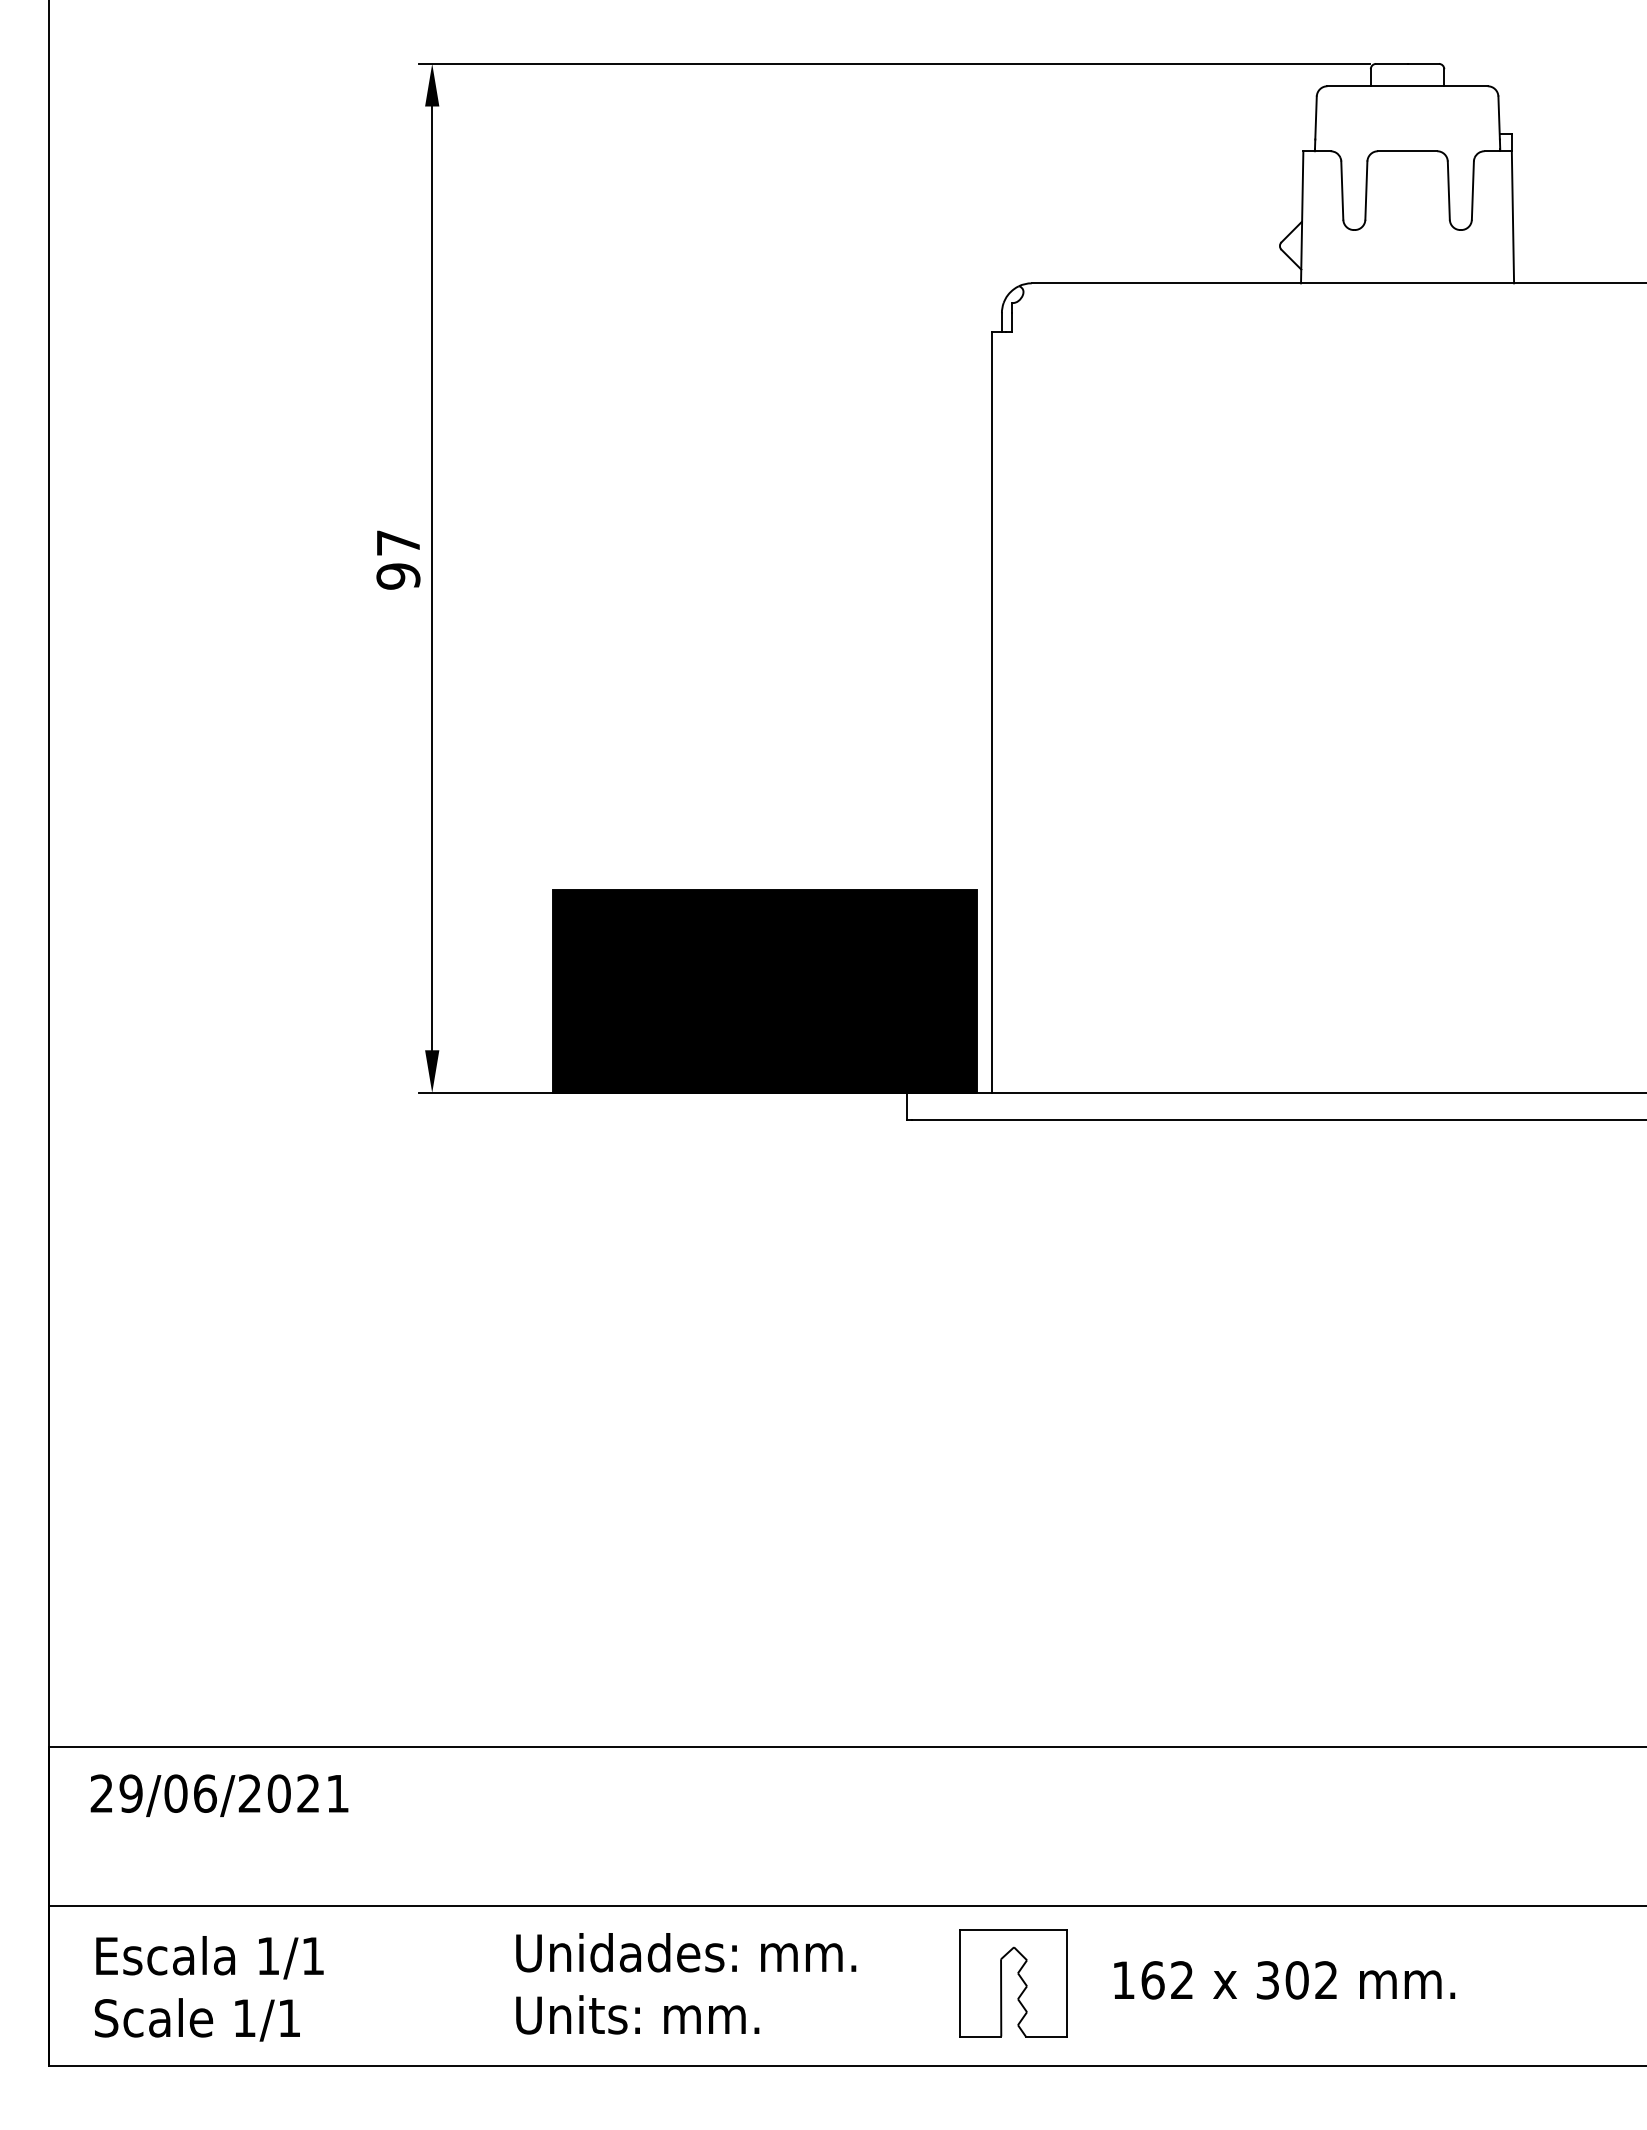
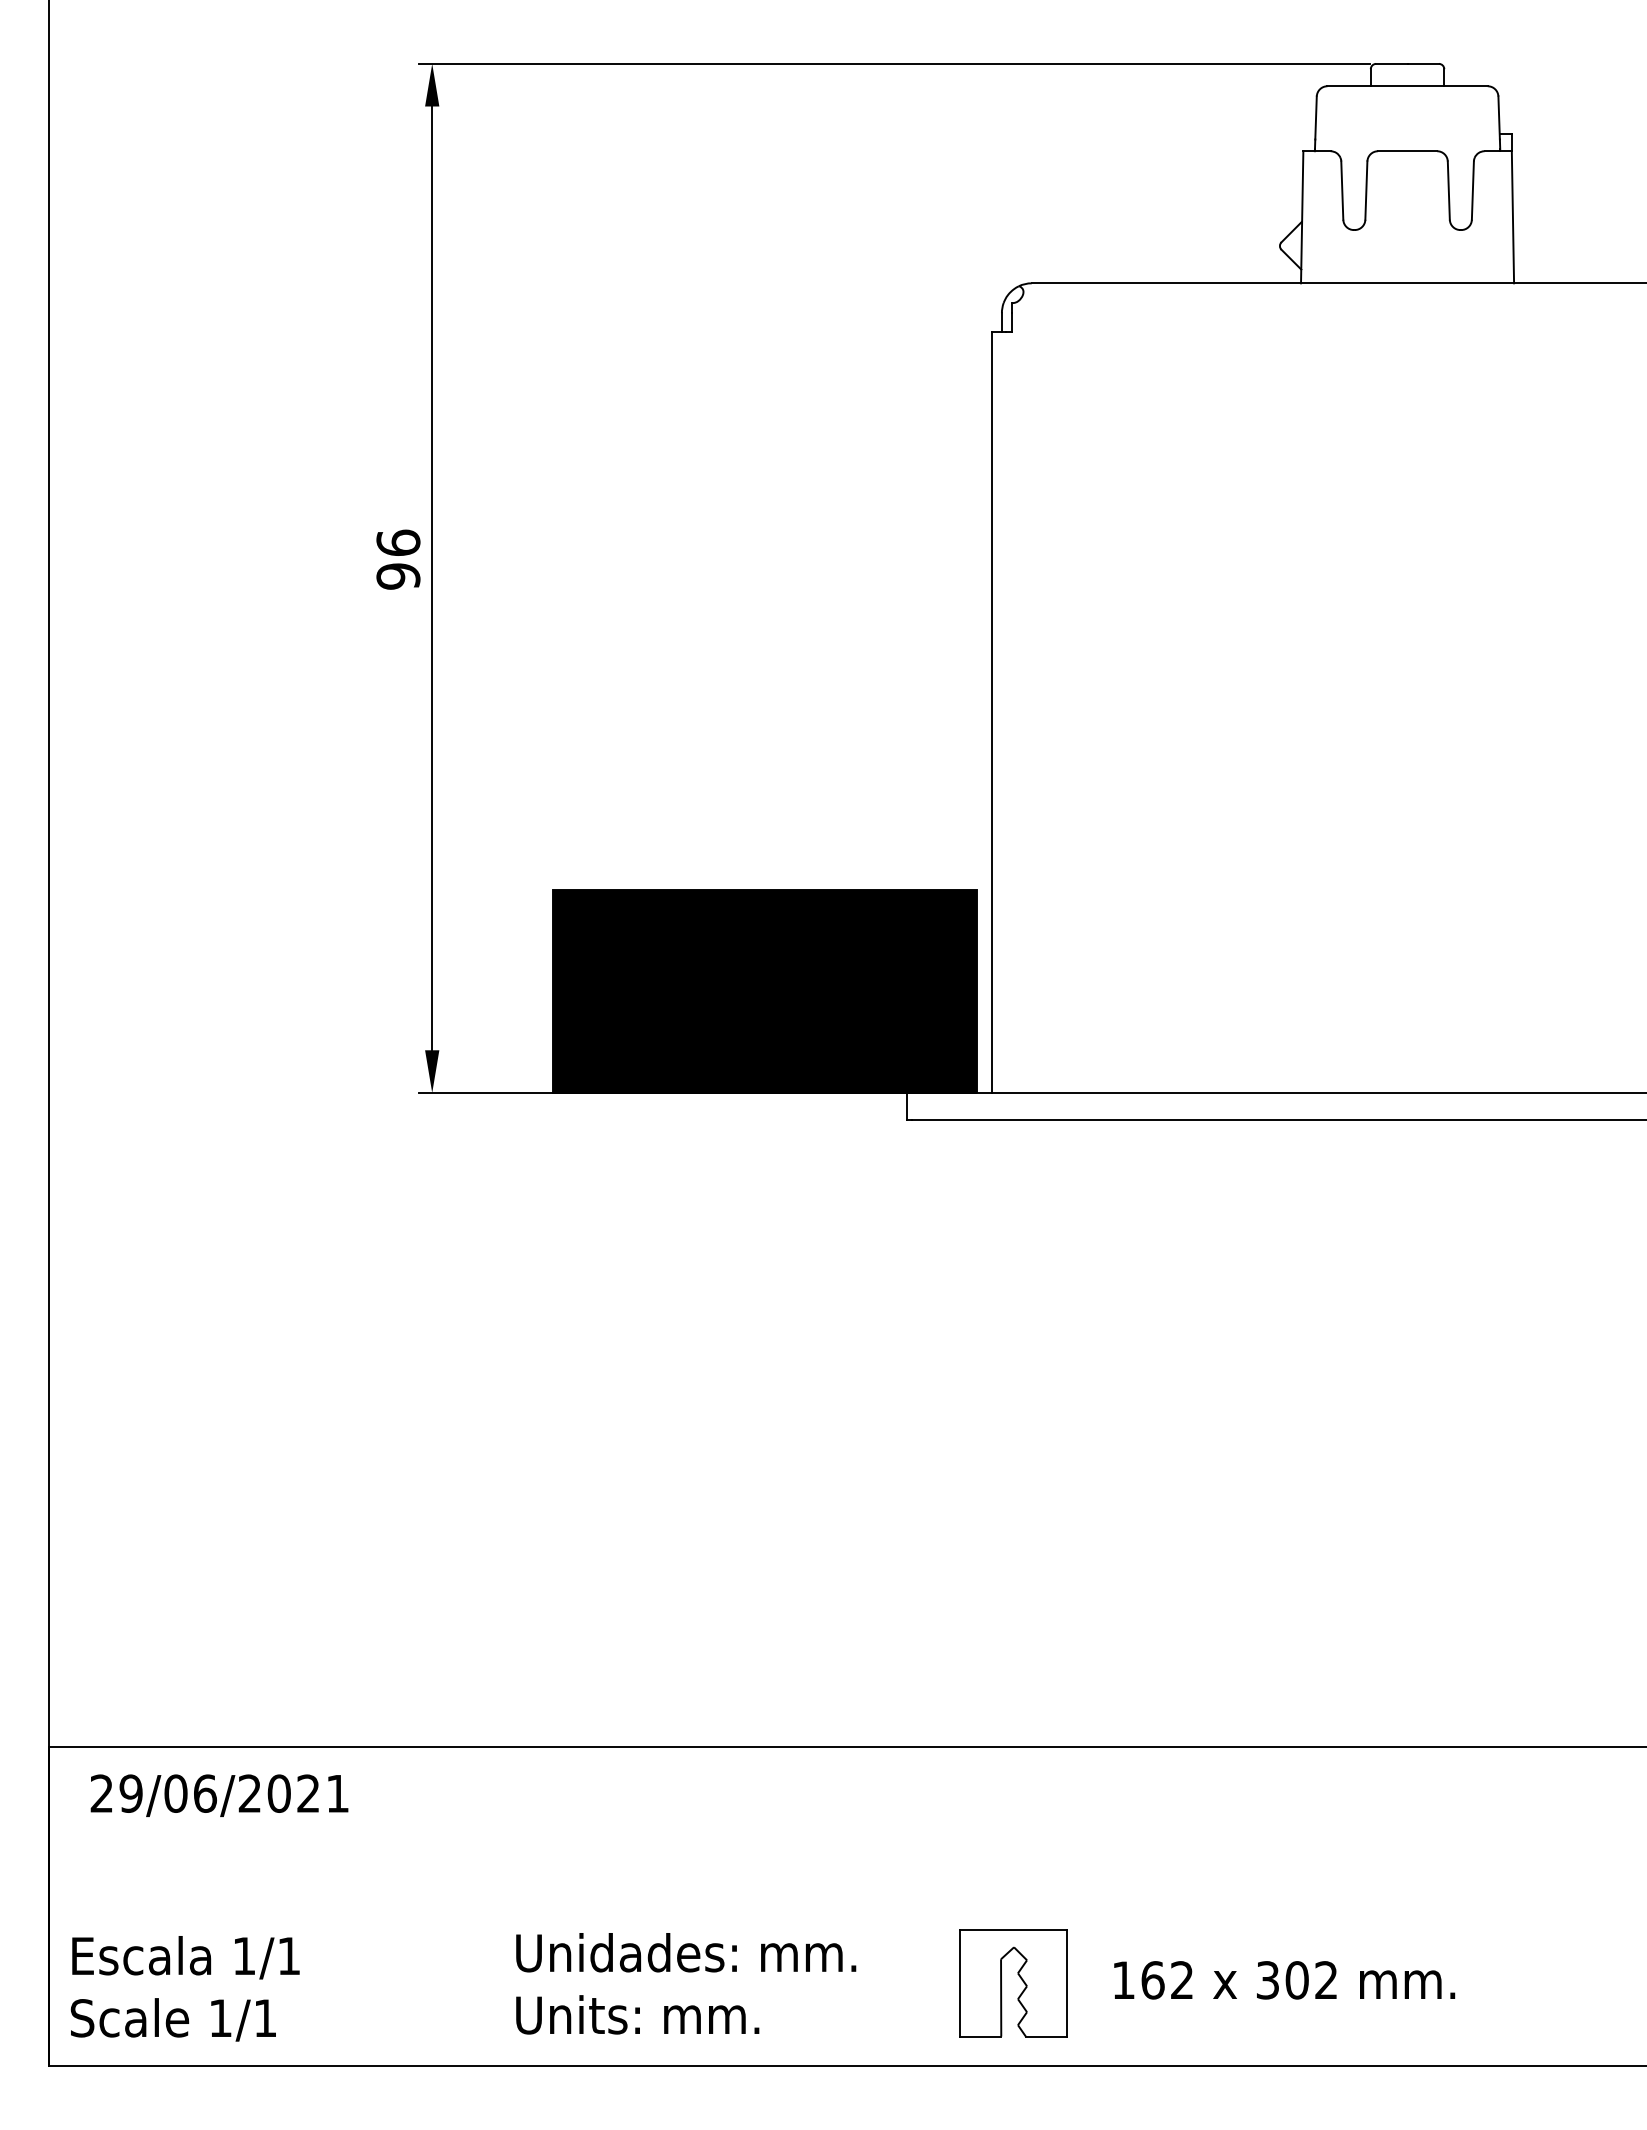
text at (398, 542): 97 -> 96
line at (846, 1906): present -> none
text at (208, 1988) position: (208, 1988) -> (184, 1988)
